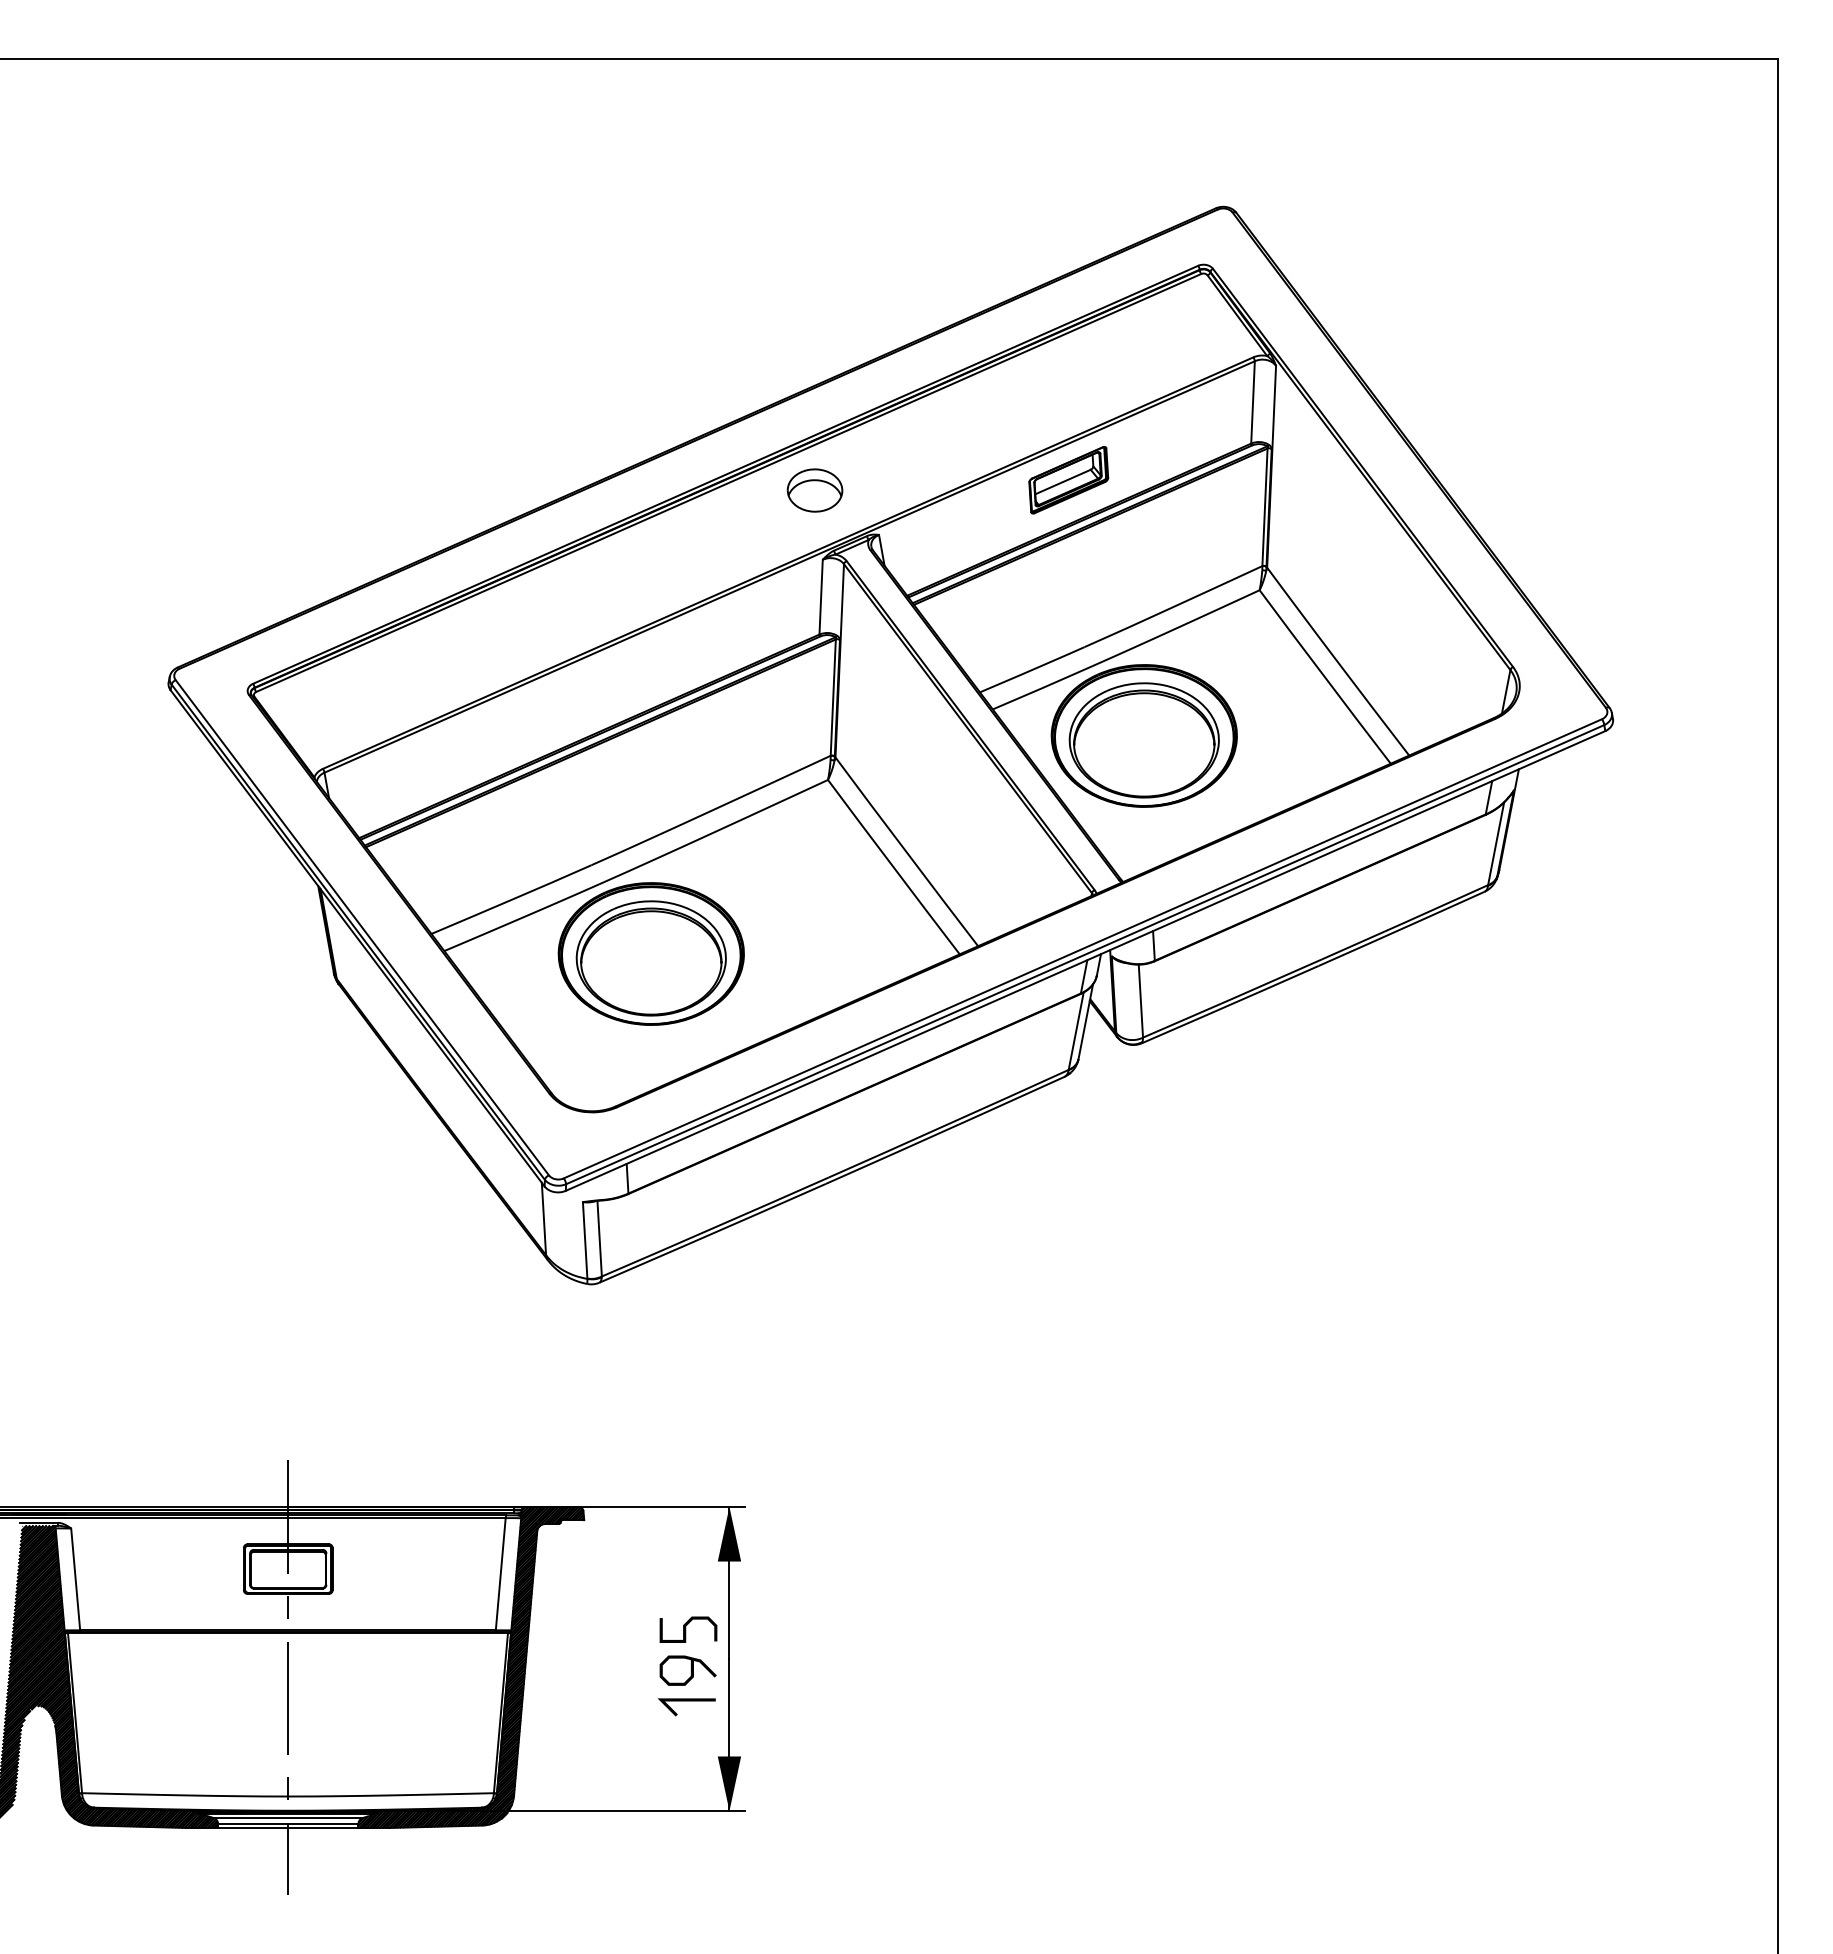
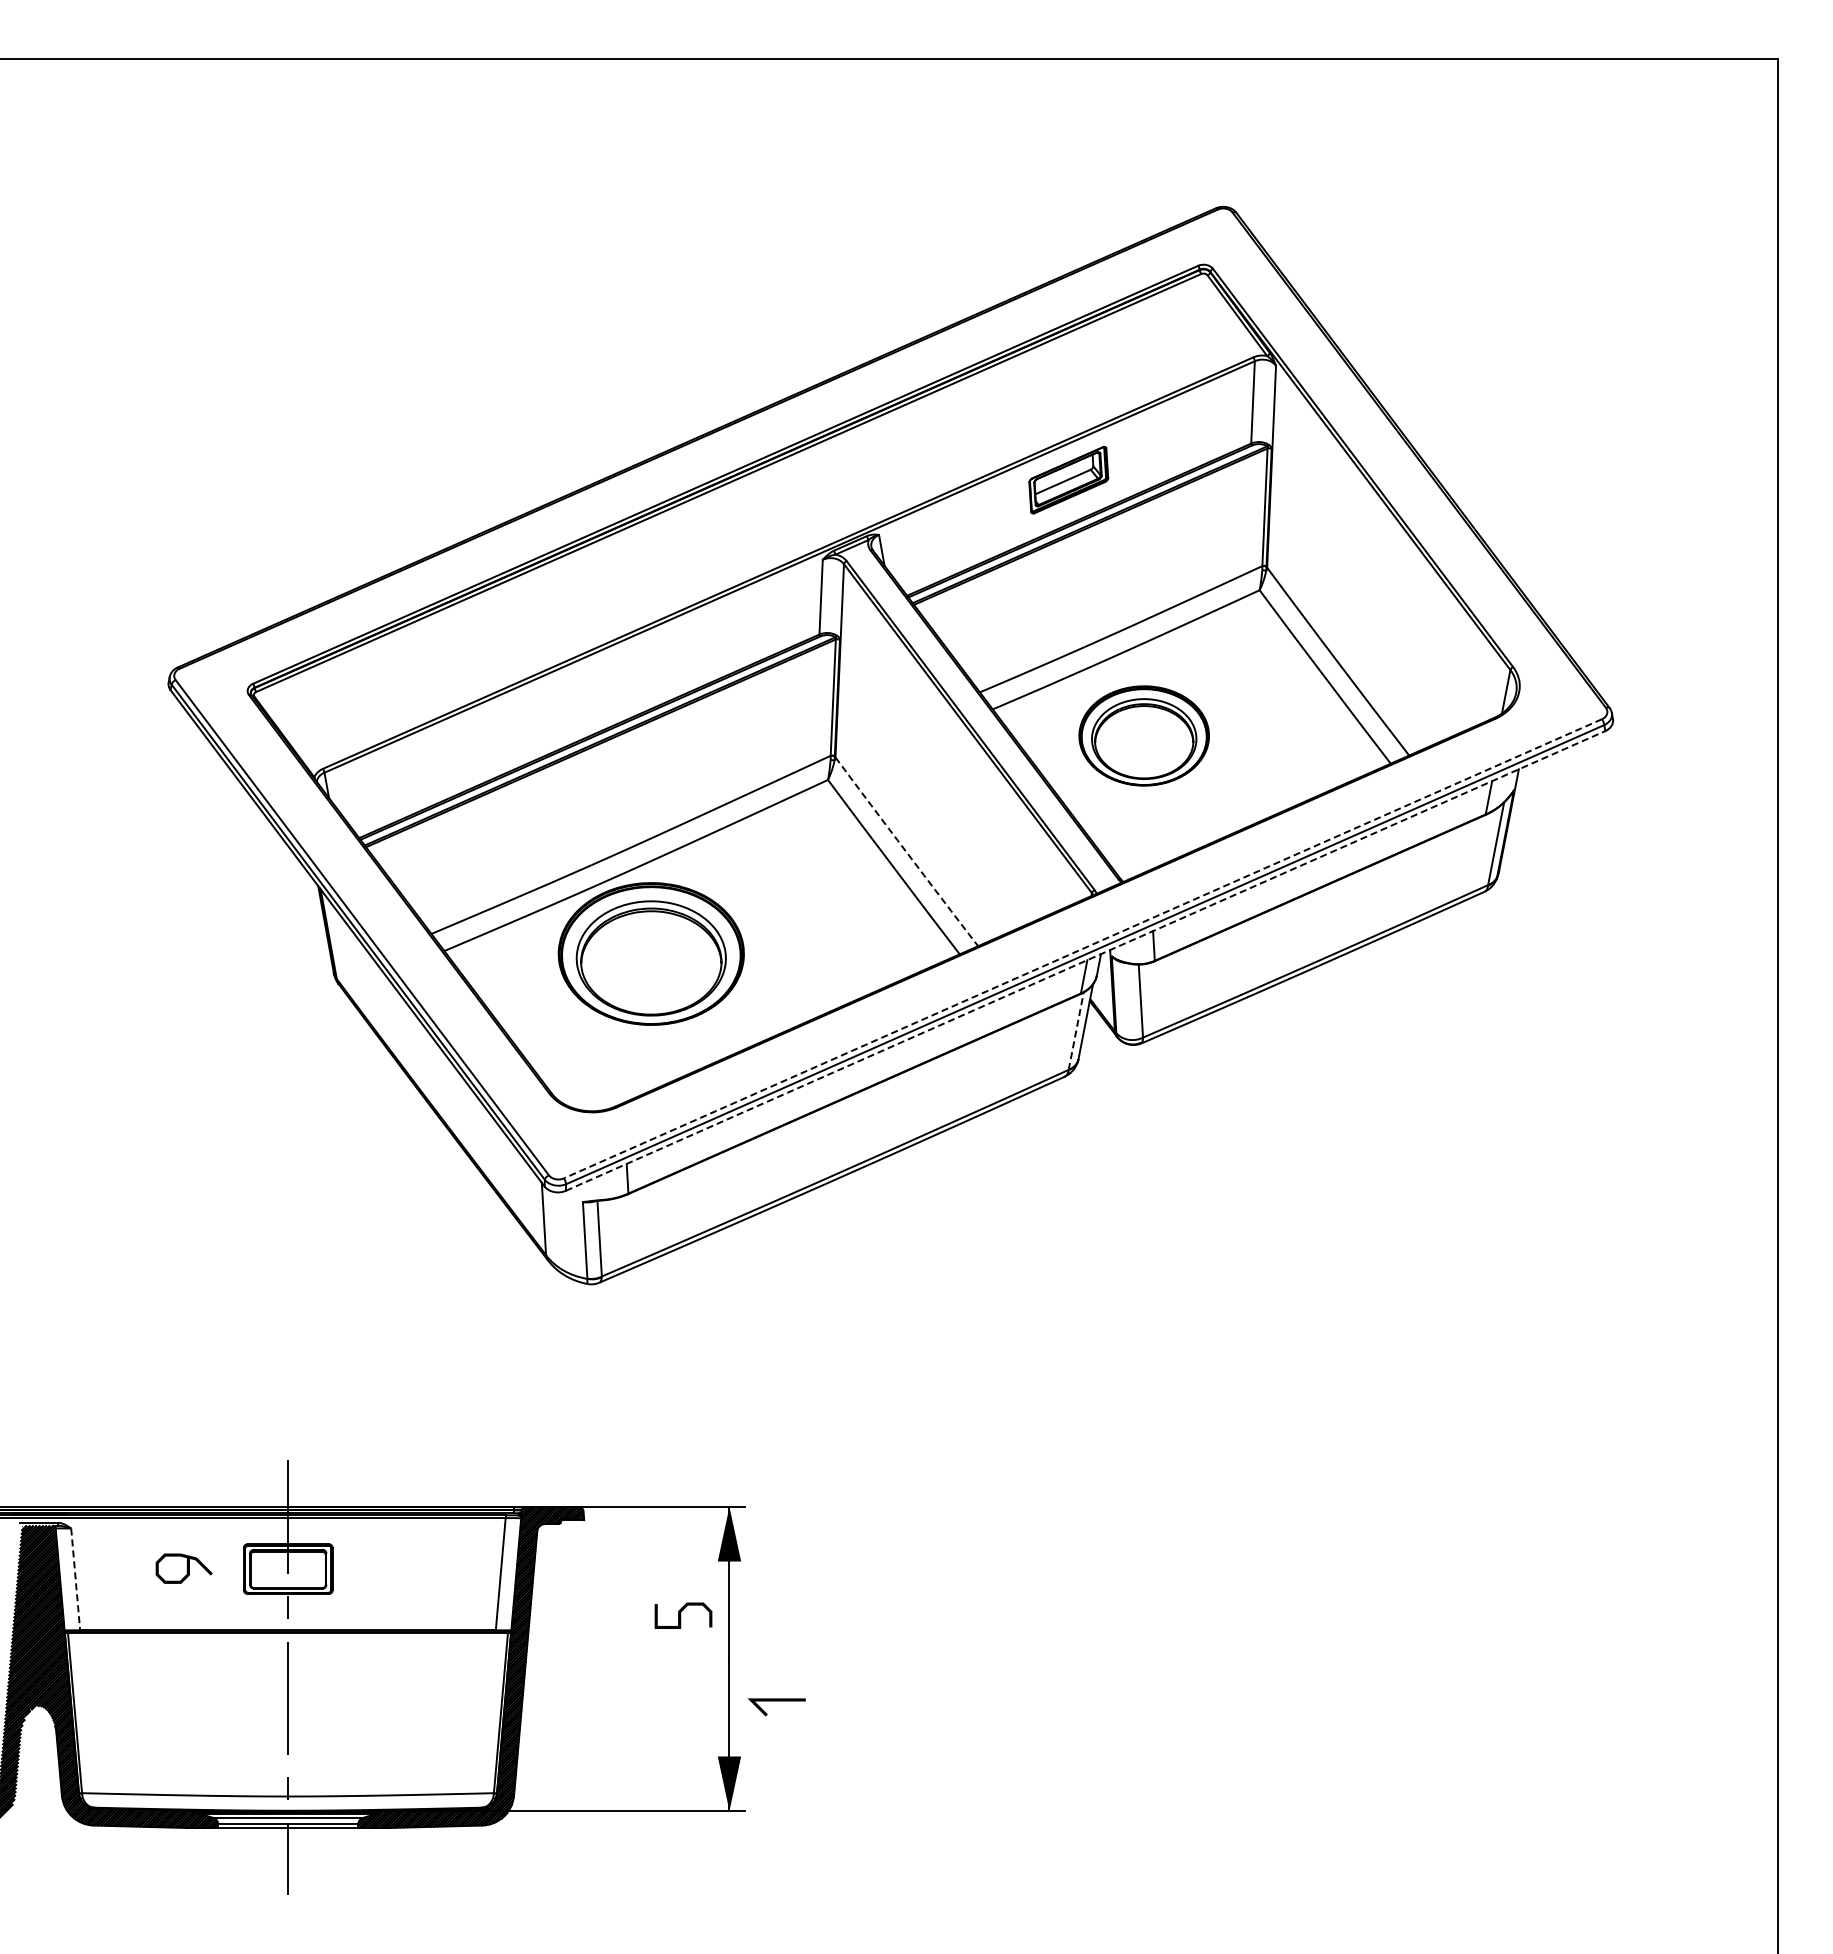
part at (814, 490): present -> none
part at (1143, 735) size: 188x144 px -> 132x102 px
arc at (906, 852): solid -> dashed
line at (1082, 948): solid -> dashed
line at (1086, 960): solid -> dashed
line at (1076, 1030): solid -> dashed
line at (75, 1579): solid -> dashed
curve at (686, 1629) position: (686, 1629) -> (681, 1615)
curve at (690, 1670) position: (690, 1670) -> (186, 1568)
line at (686, 1701) position: (686, 1701) -> (776, 1701)
